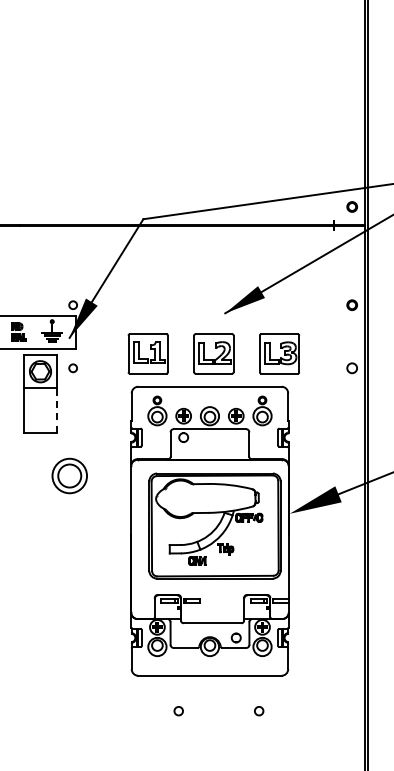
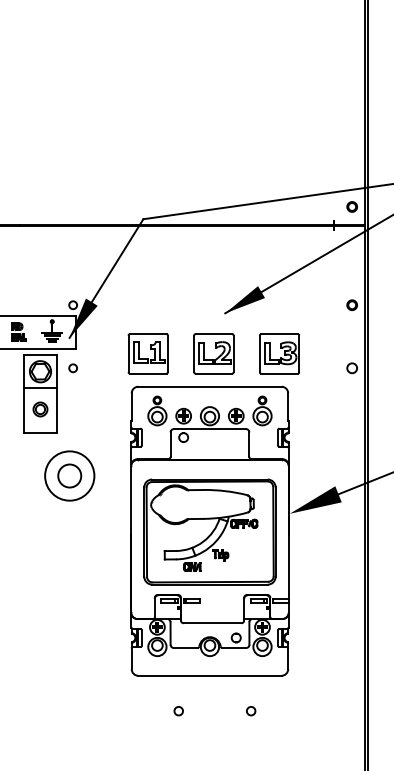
part at (40, 409): none -> present
line at (56, 409): dashed -> solid
circle at (69, 475) diameter: 35 px -> 49 px
part at (214, 525) position: (214, 525) -> (209, 531)
circle at (259, 711) position: (259, 711) -> (251, 711)
